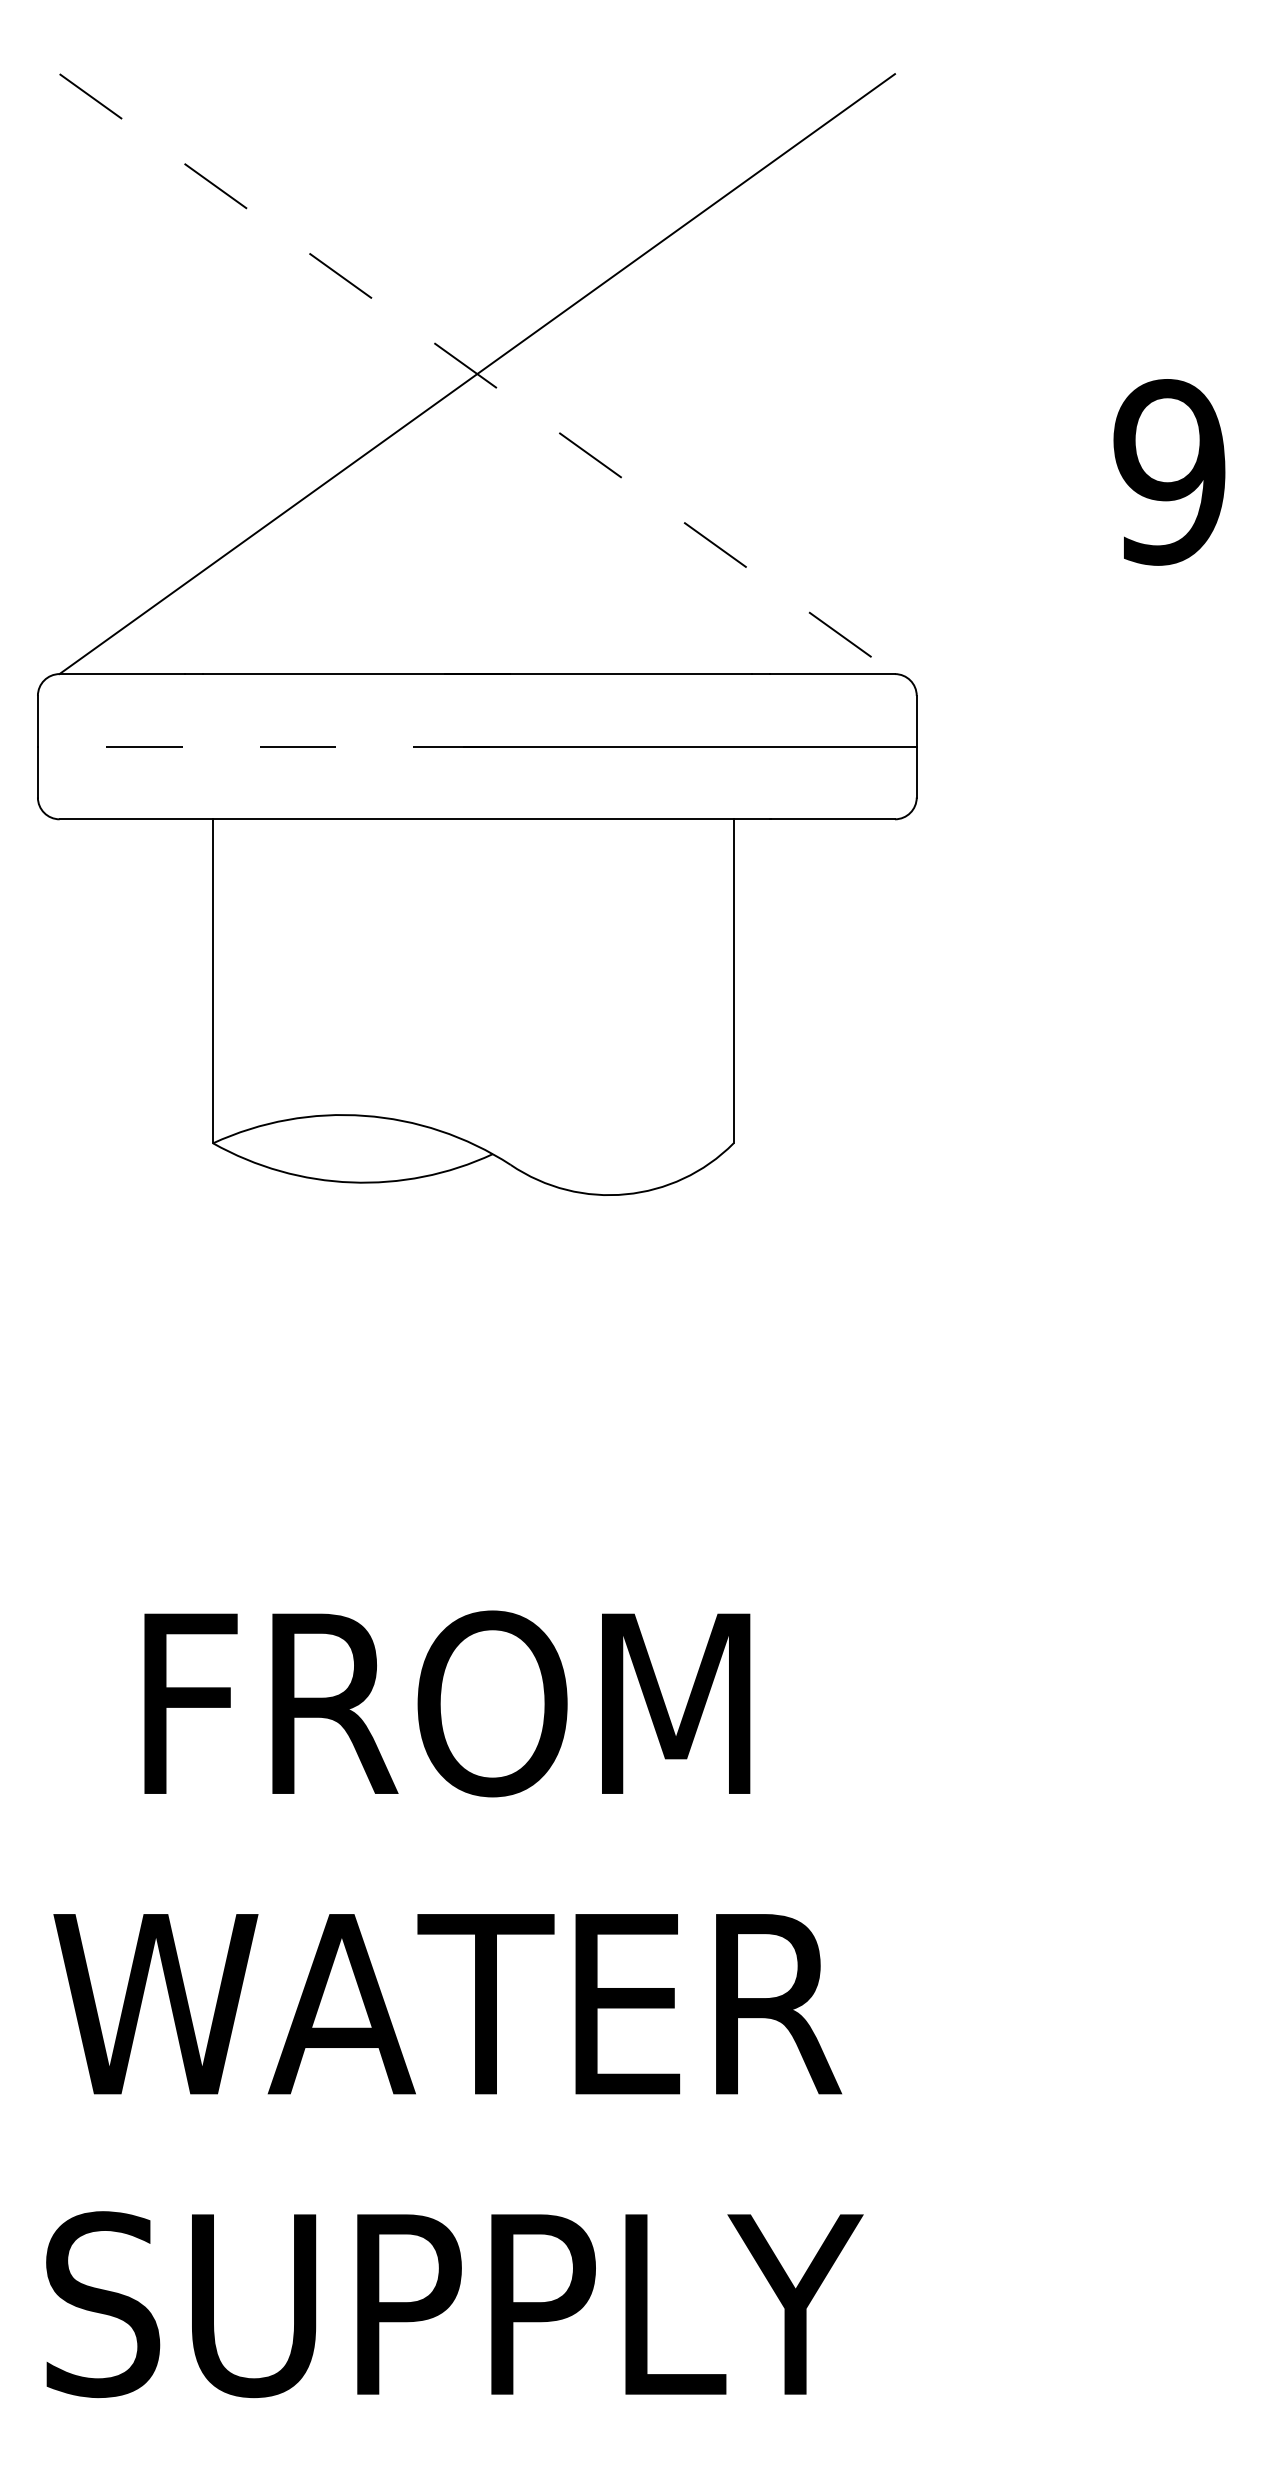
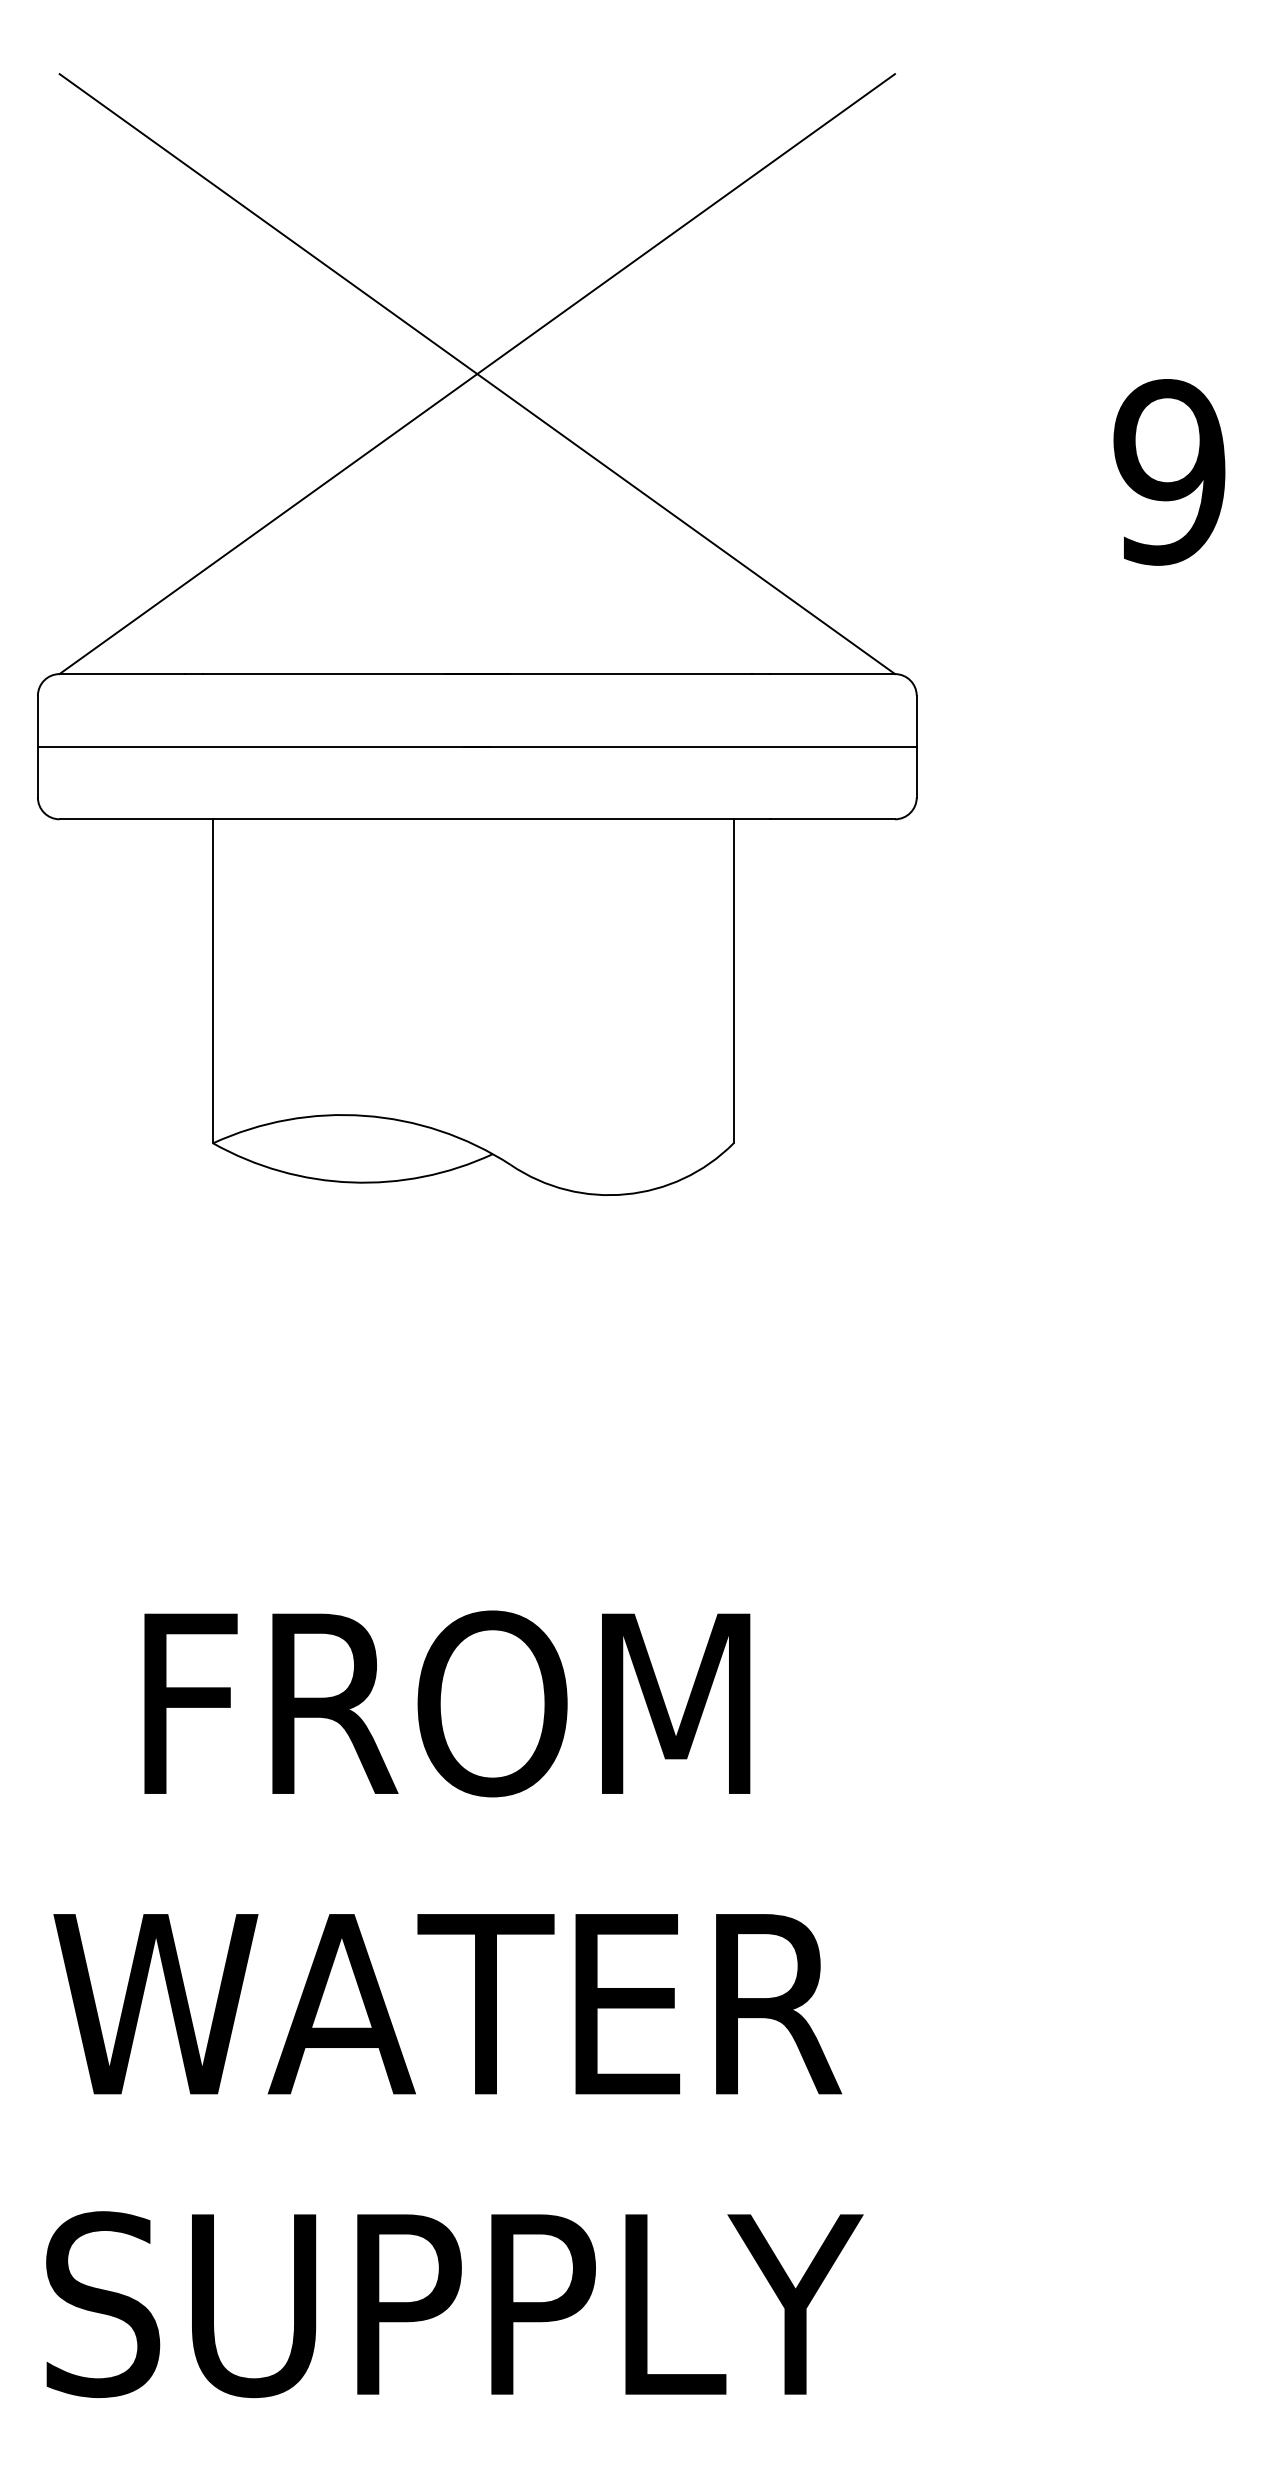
line at (477, 374): dashed -> solid
line at (263, 746): dashed -> solid
